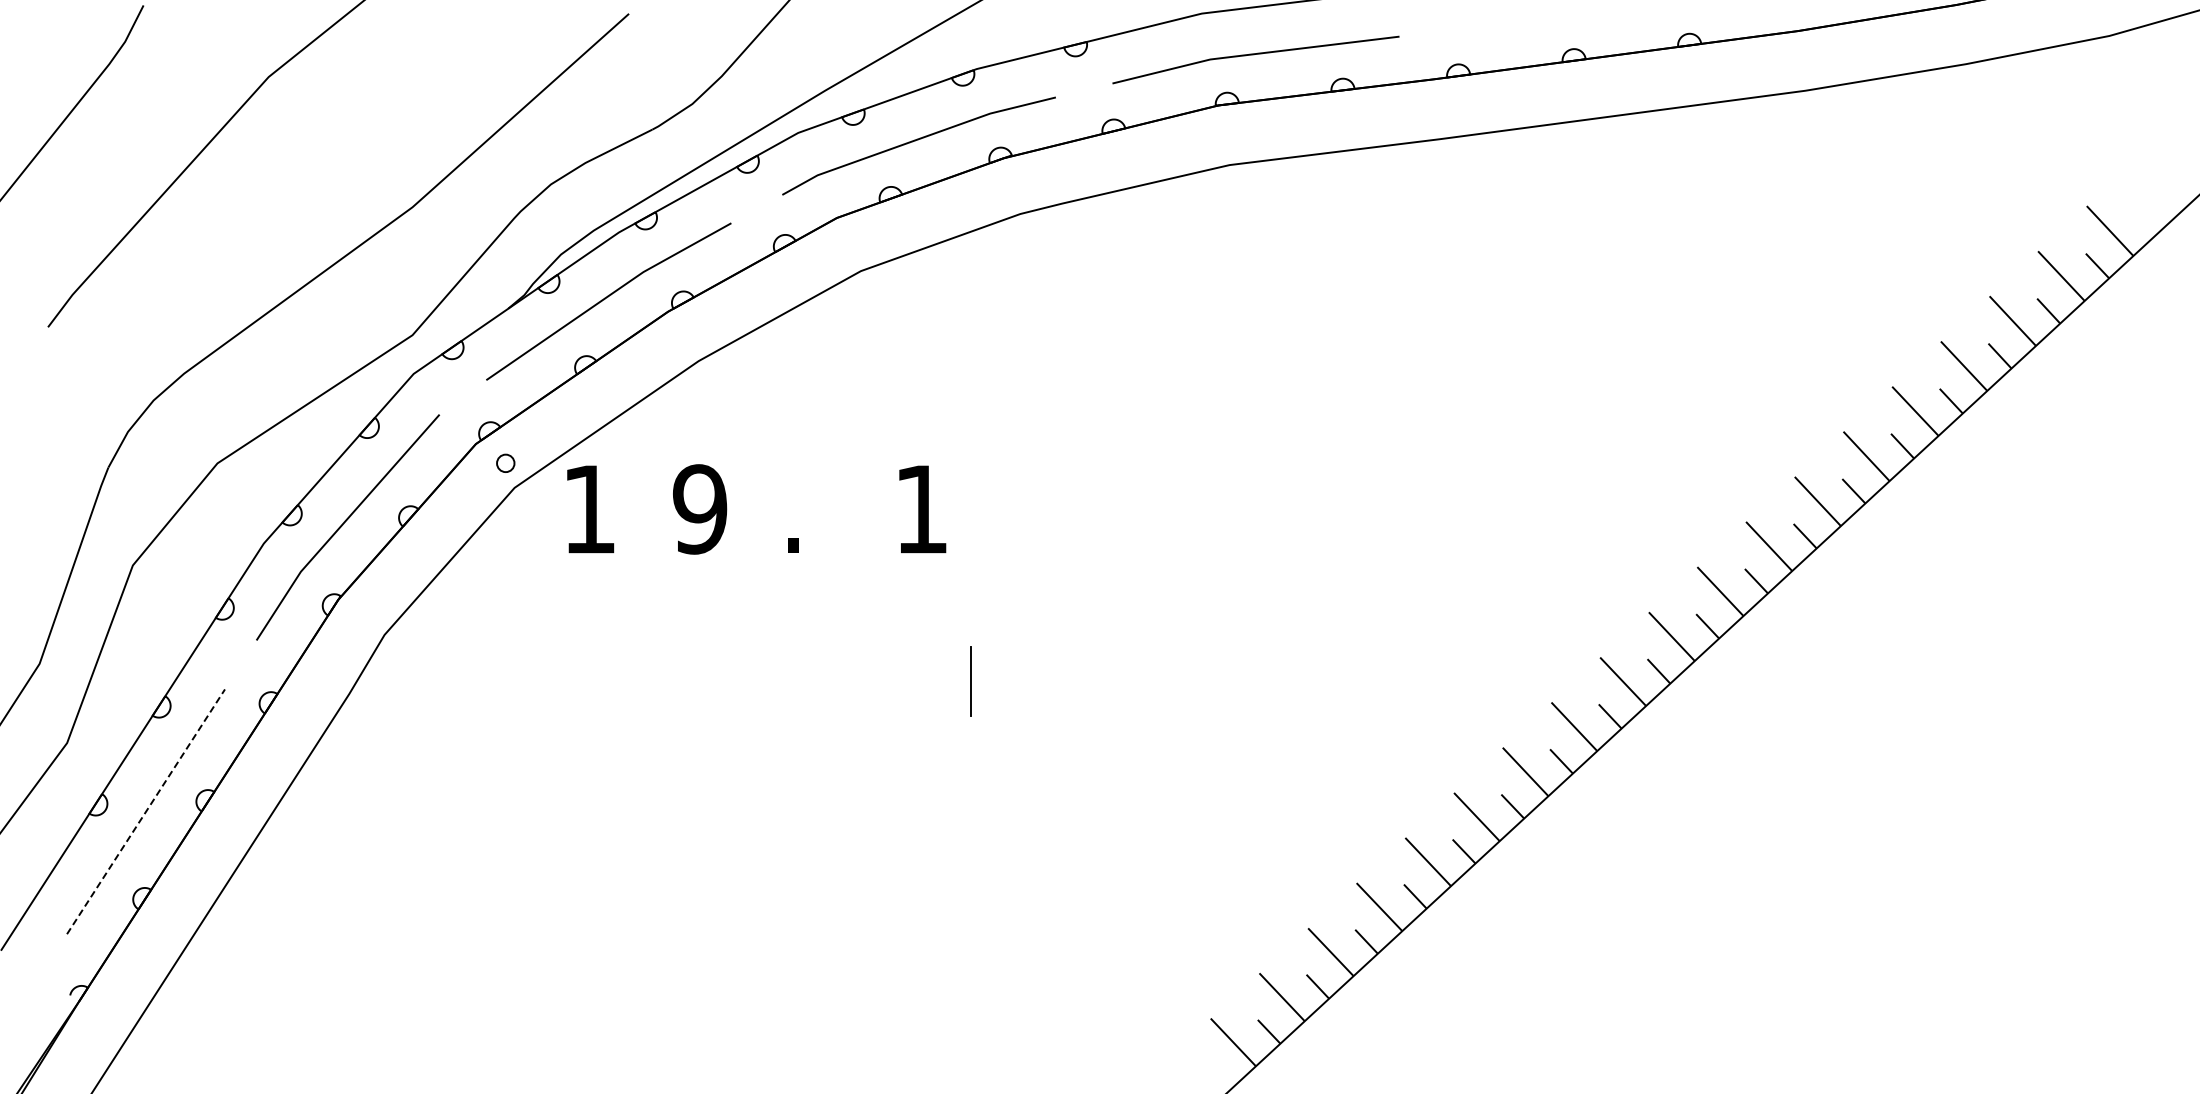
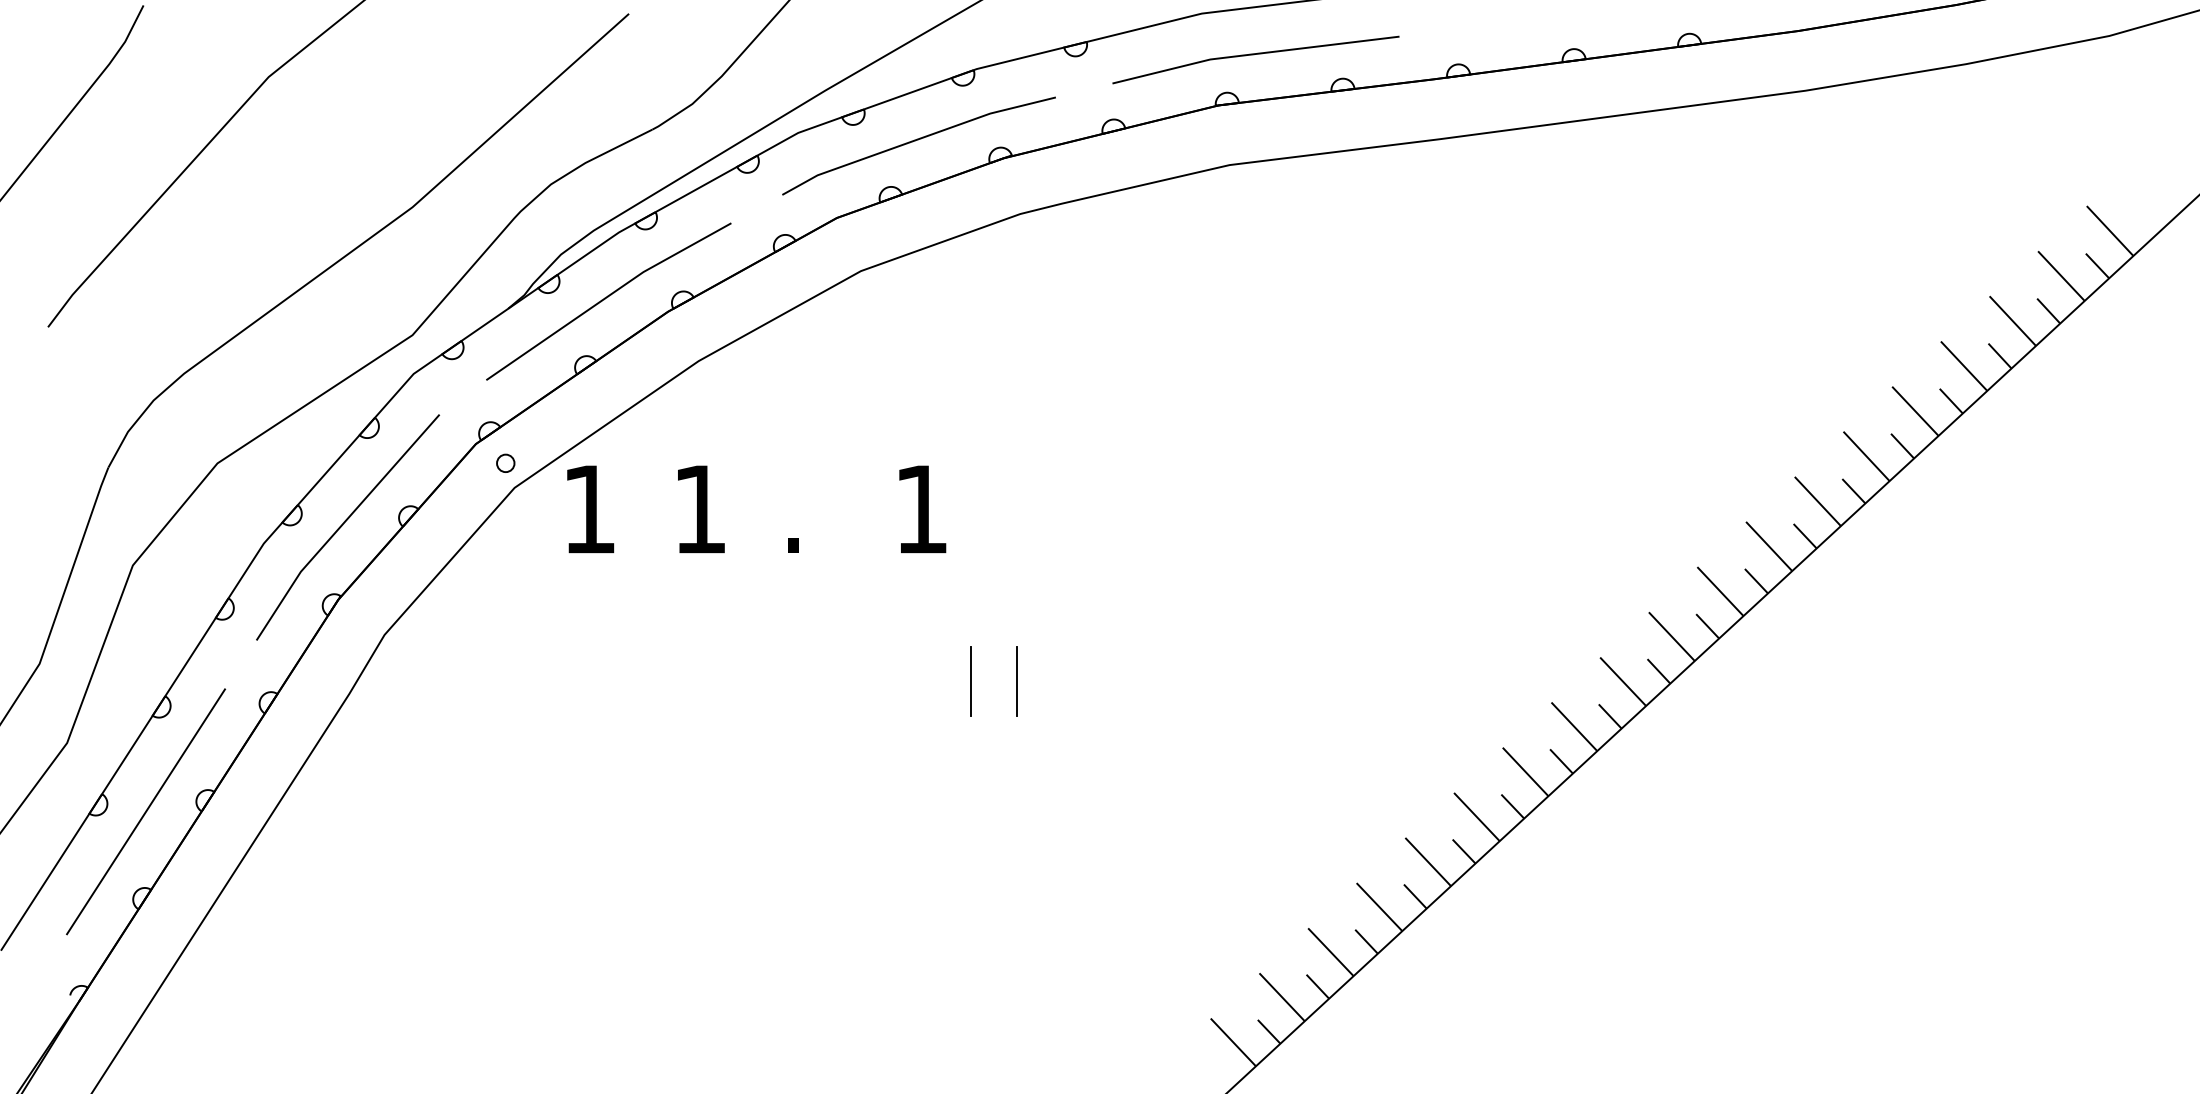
text at (700, 509): 9 -> 1
line at (1017, 681): none -> present
line at (146, 811): dashed -> solid
